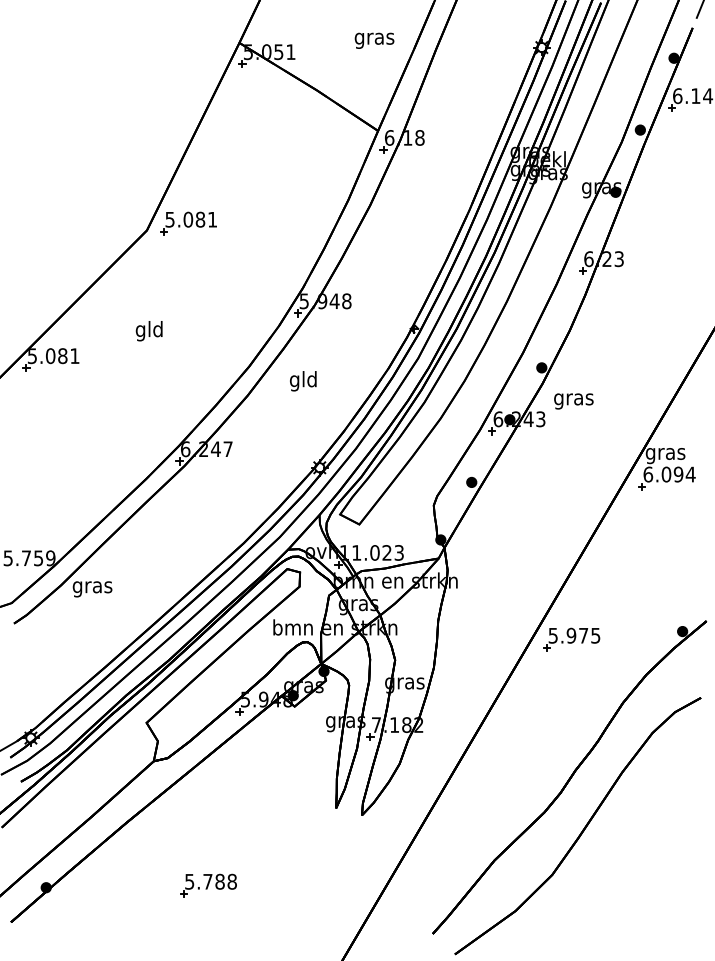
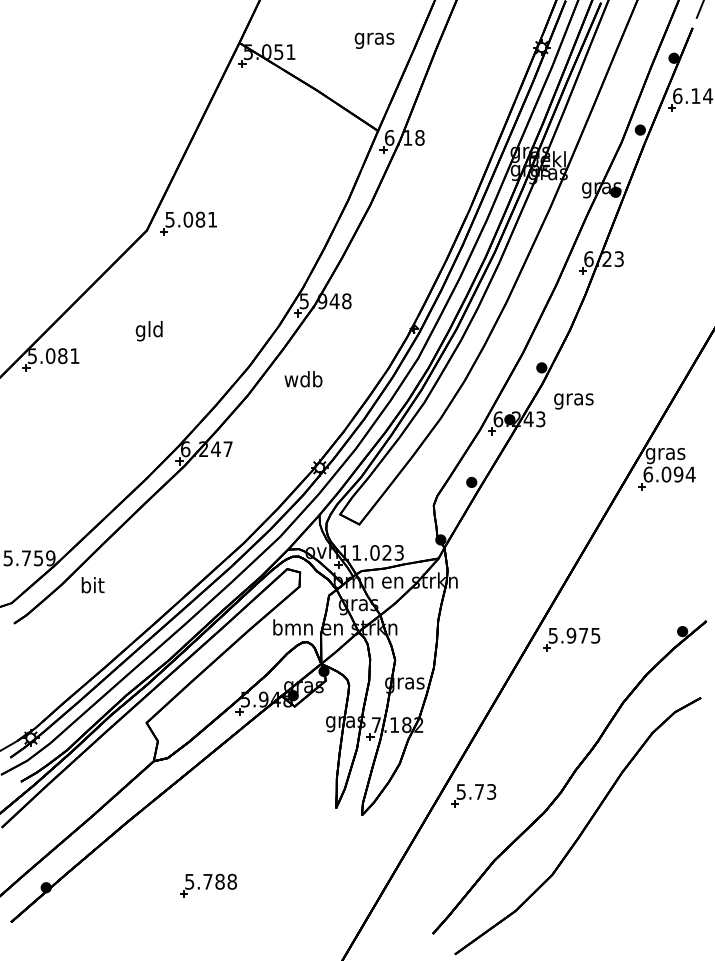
text at (303, 381): gld -> wdb
text at (92, 587): gras -> bit
part at (473, 795): none -> present
